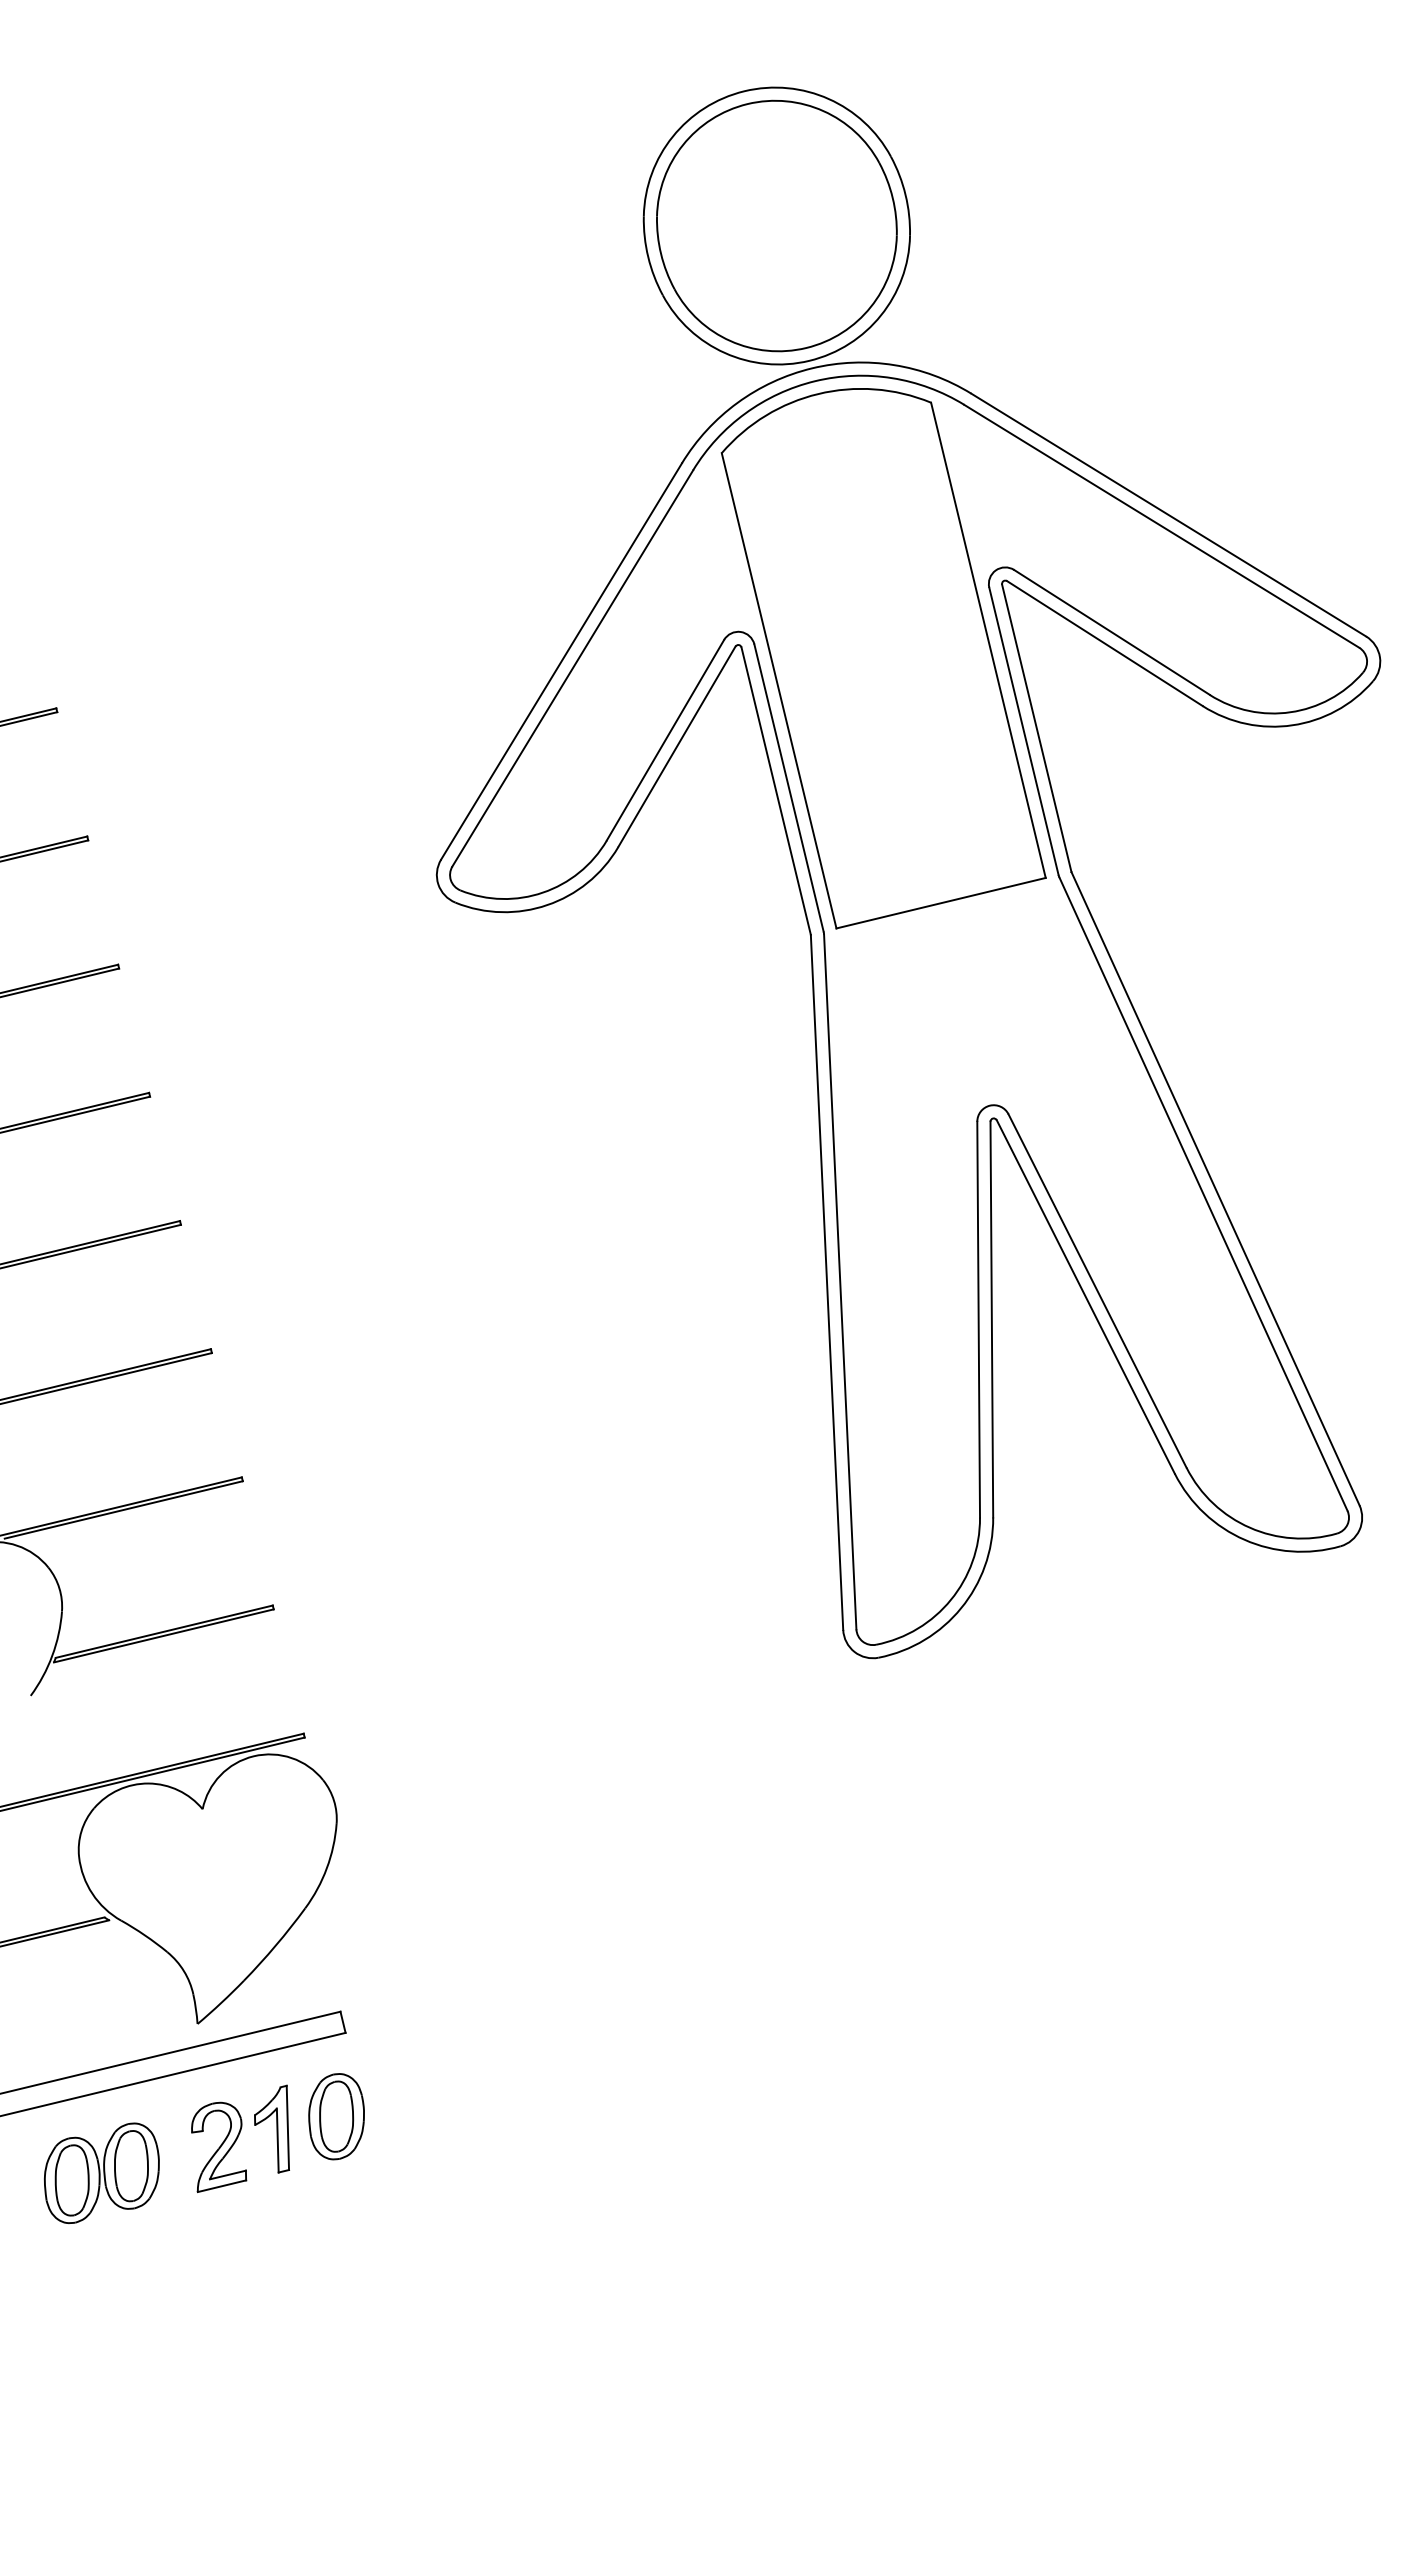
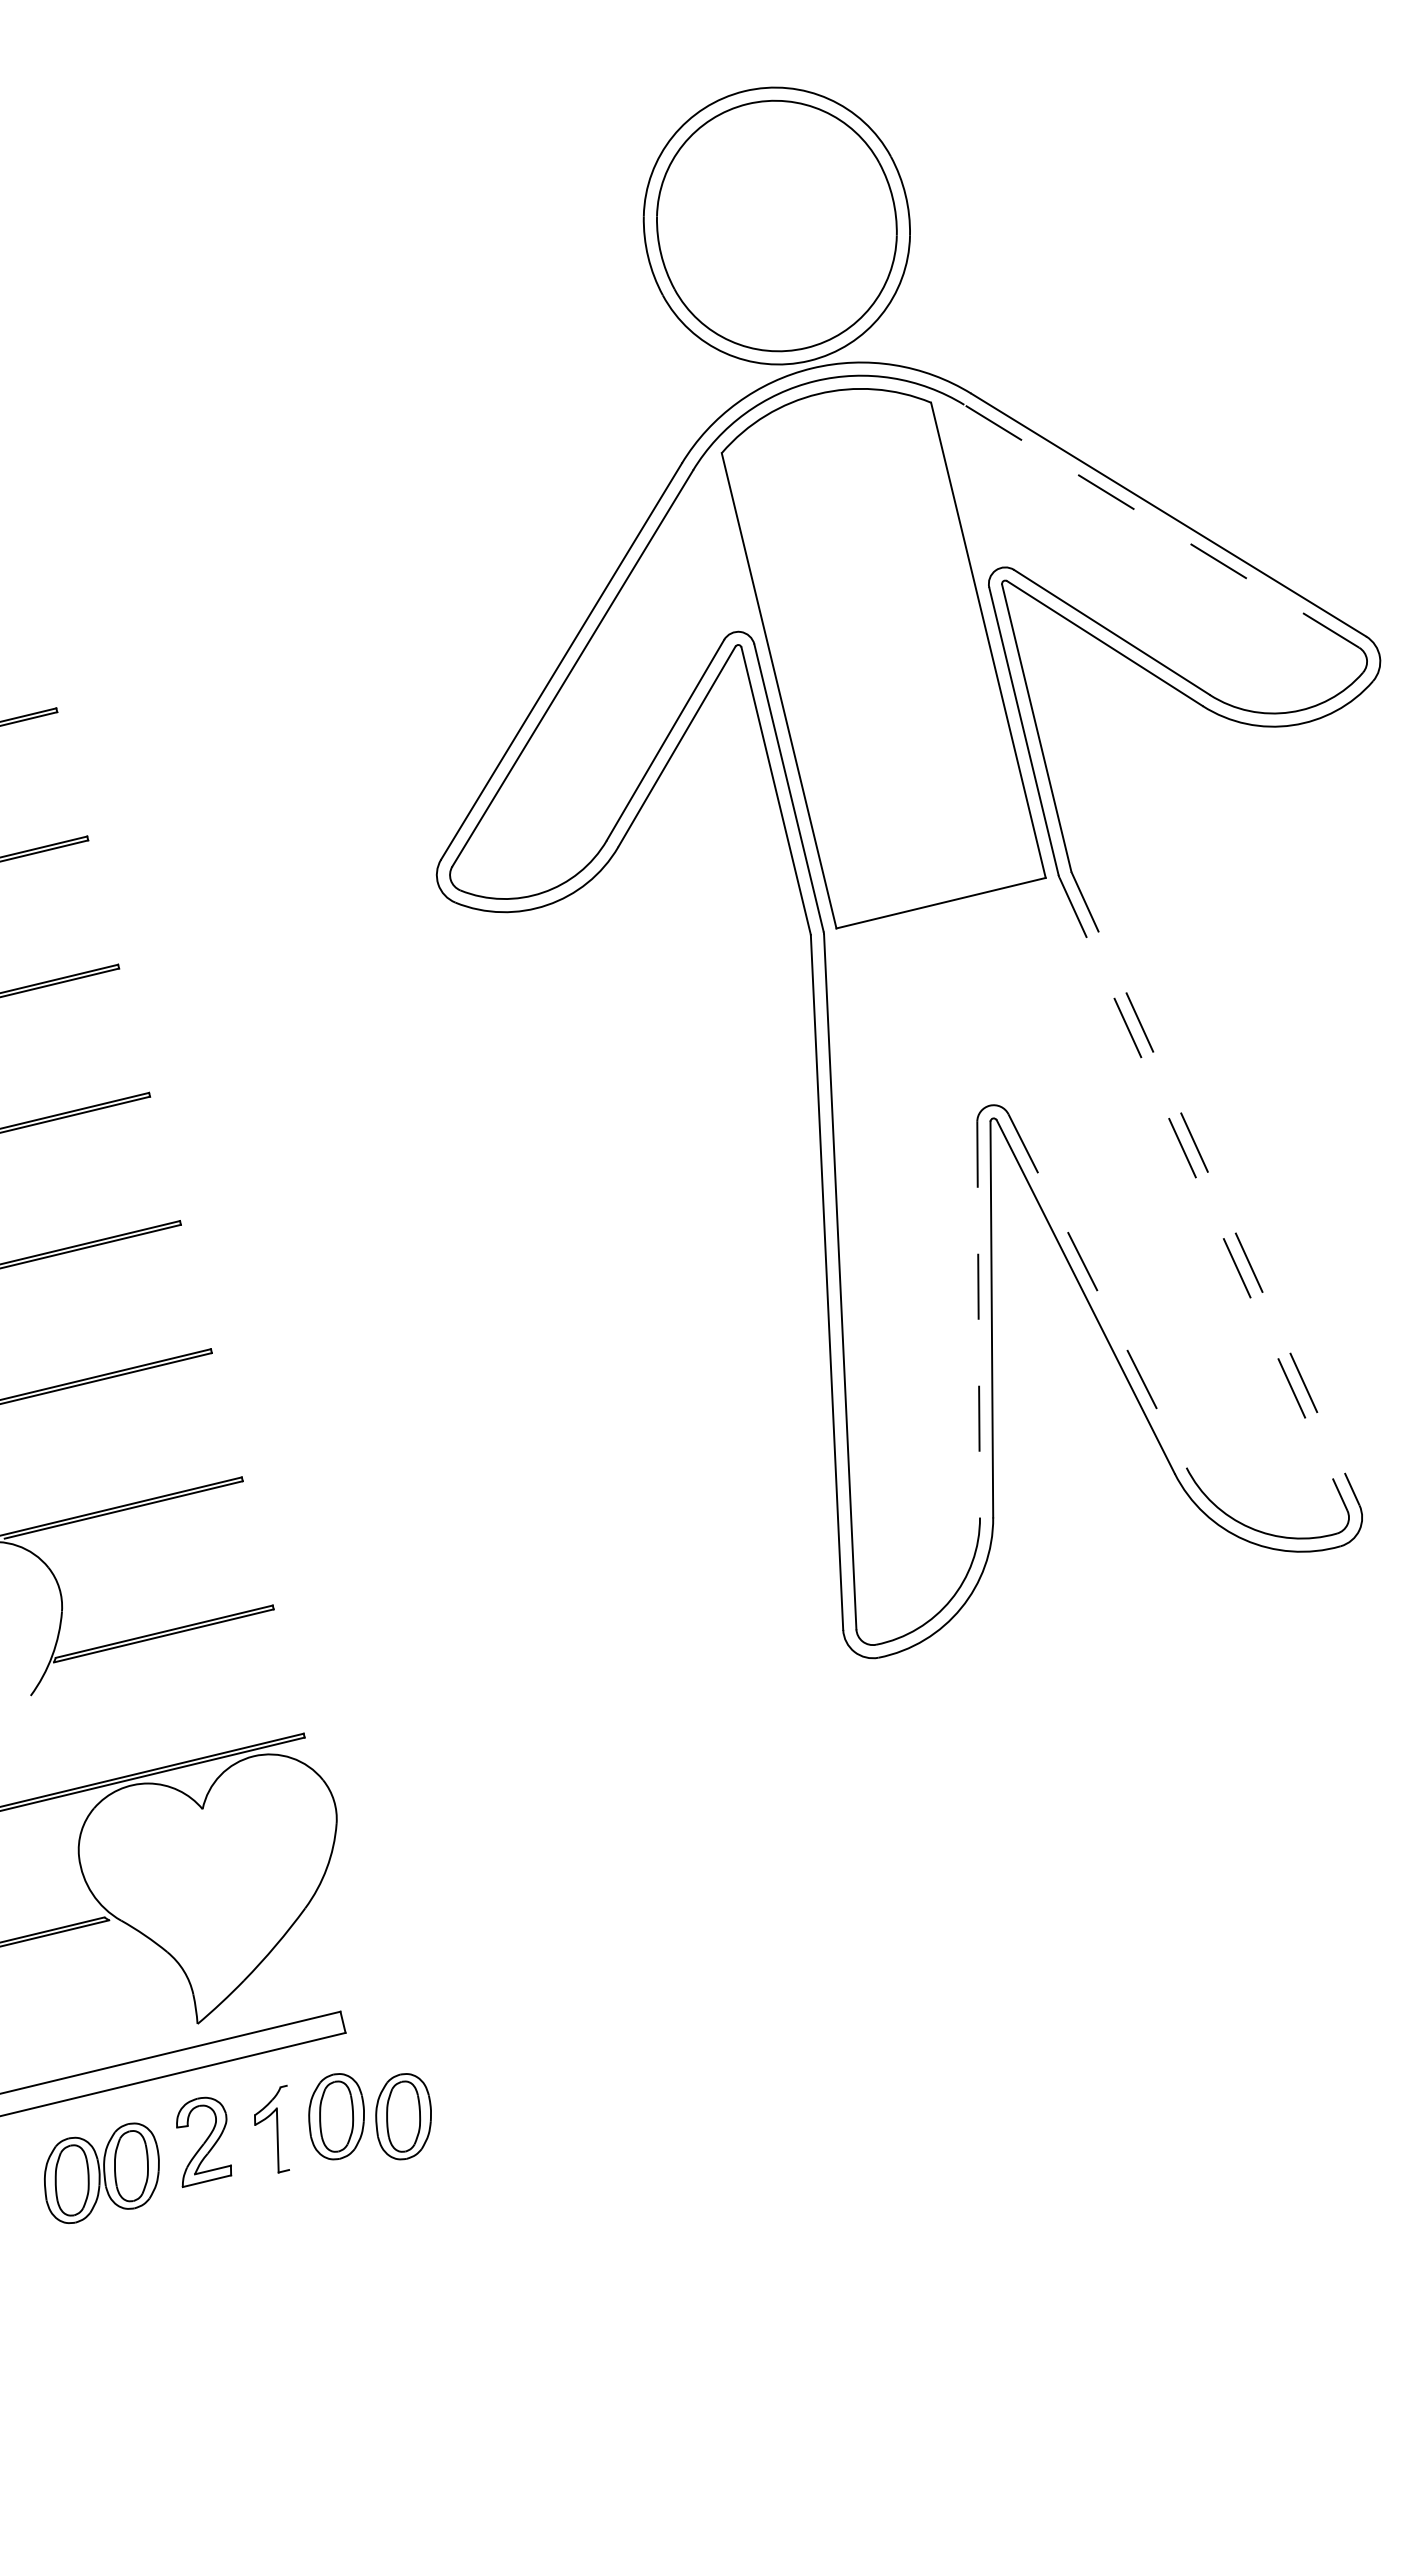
line at (1161, 526): solid -> dashed
line at (1215, 1188): solid -> dashed
line at (1203, 1194): solid -> dashed
line at (1097, 1291): solid -> dashed
line at (978, 1319): solid -> dashed
part at (403, 2116): none -> present
line at (287, 2127): present -> none
part at (219, 2146) position: (219, 2146) -> (204, 2141)
